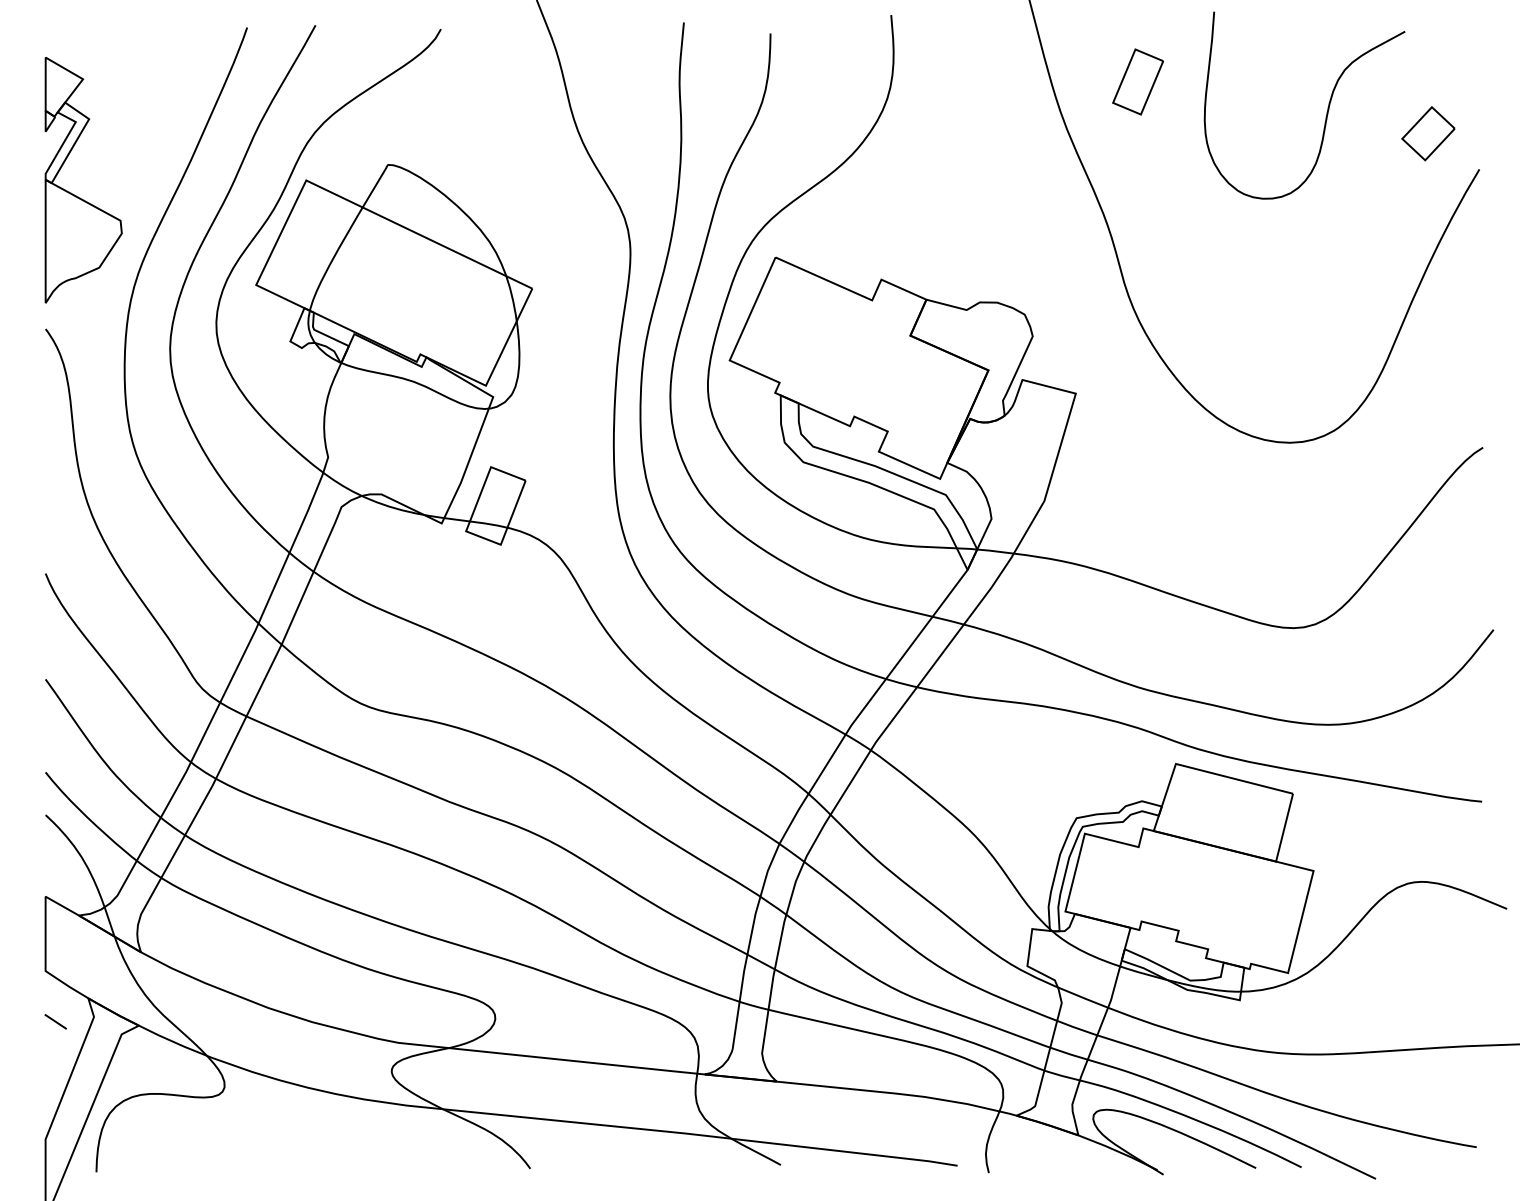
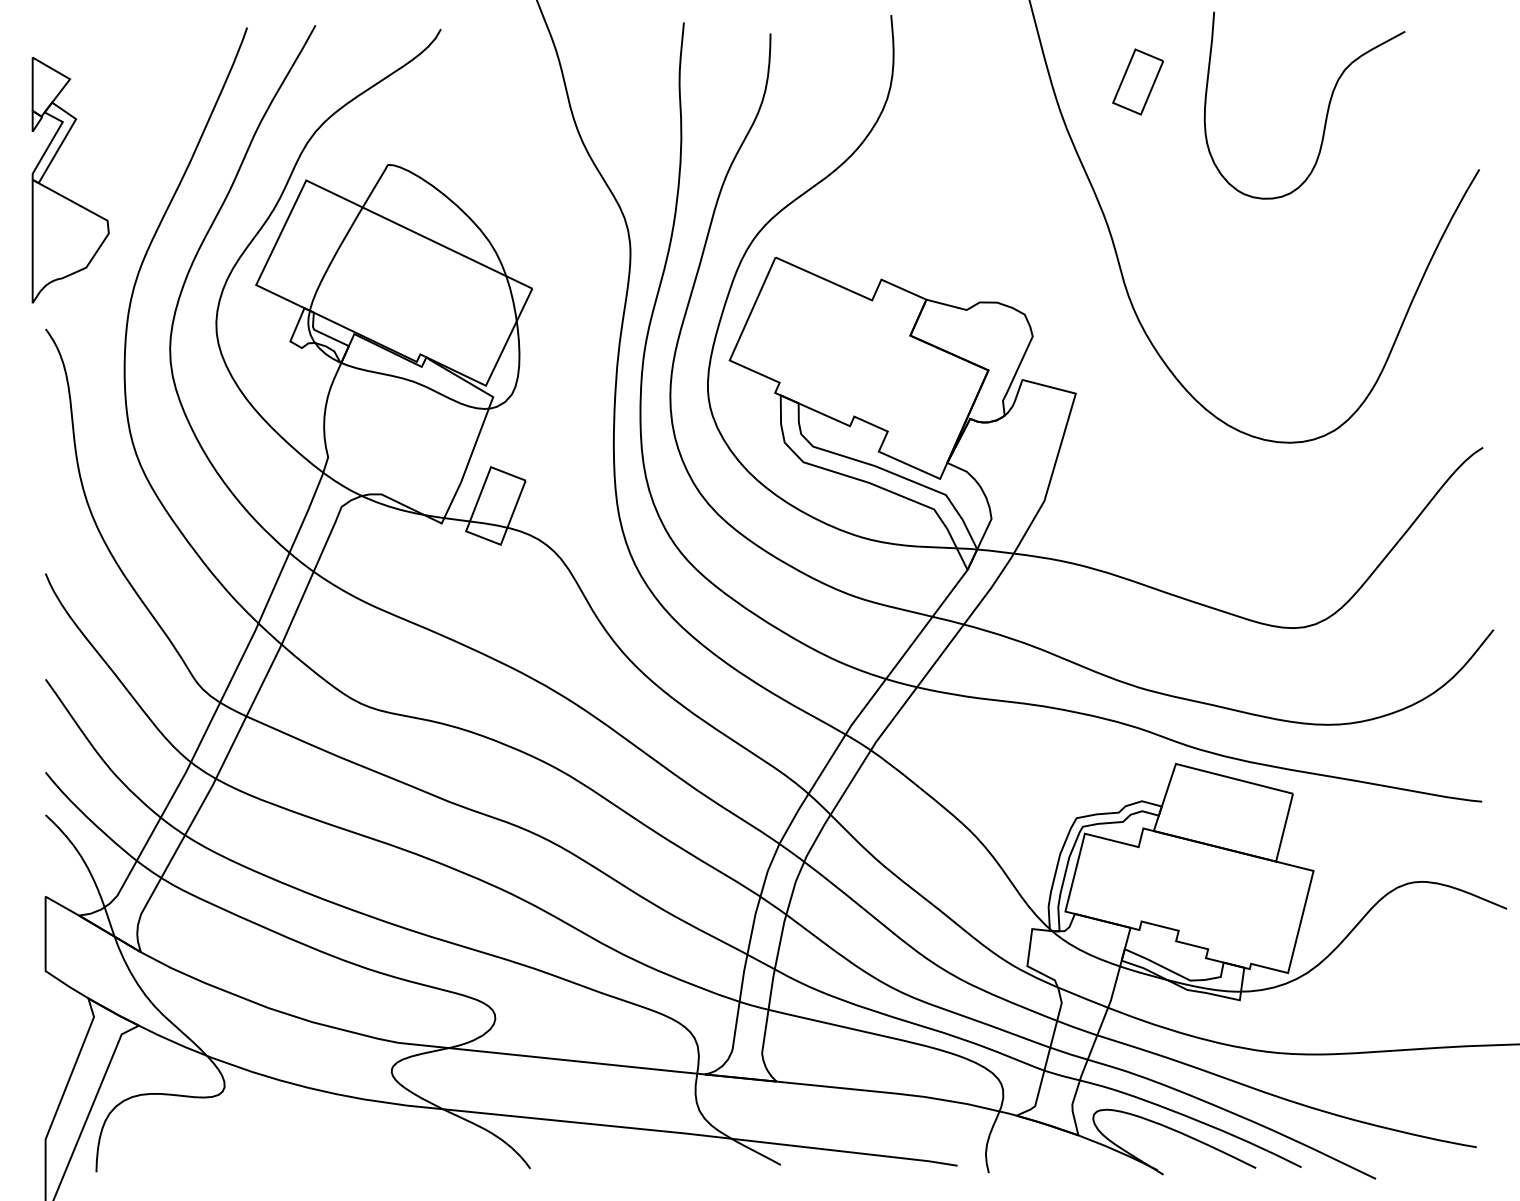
part at (1428, 133): present -> none
part at (76, 195) position: (76, 195) -> (63, 195)
line at (55, 1021): present -> none
